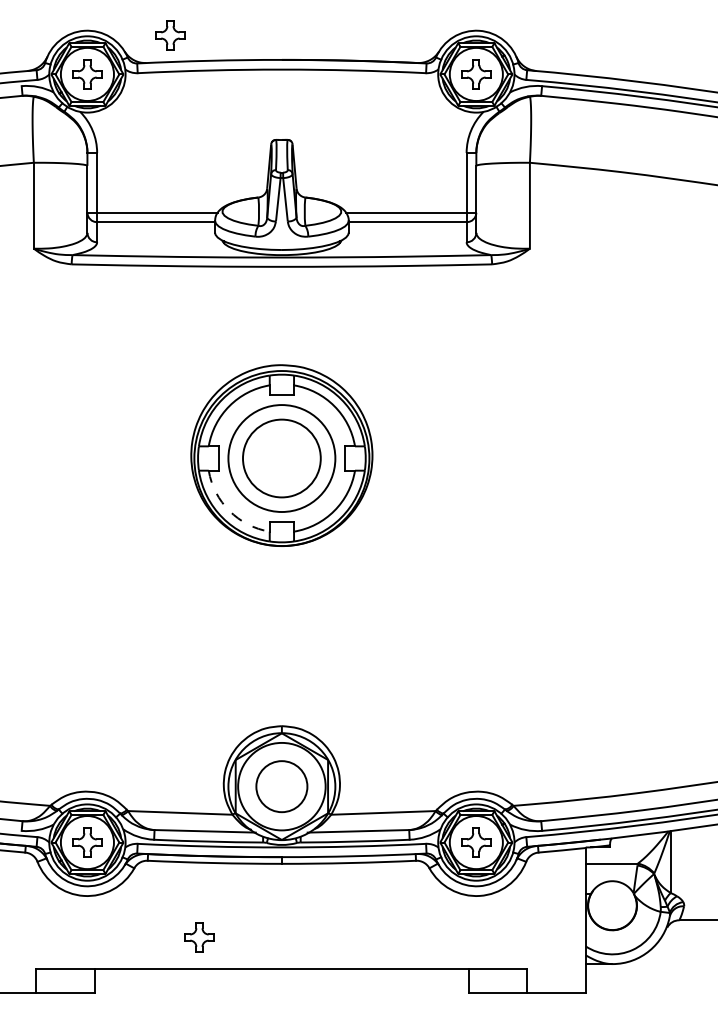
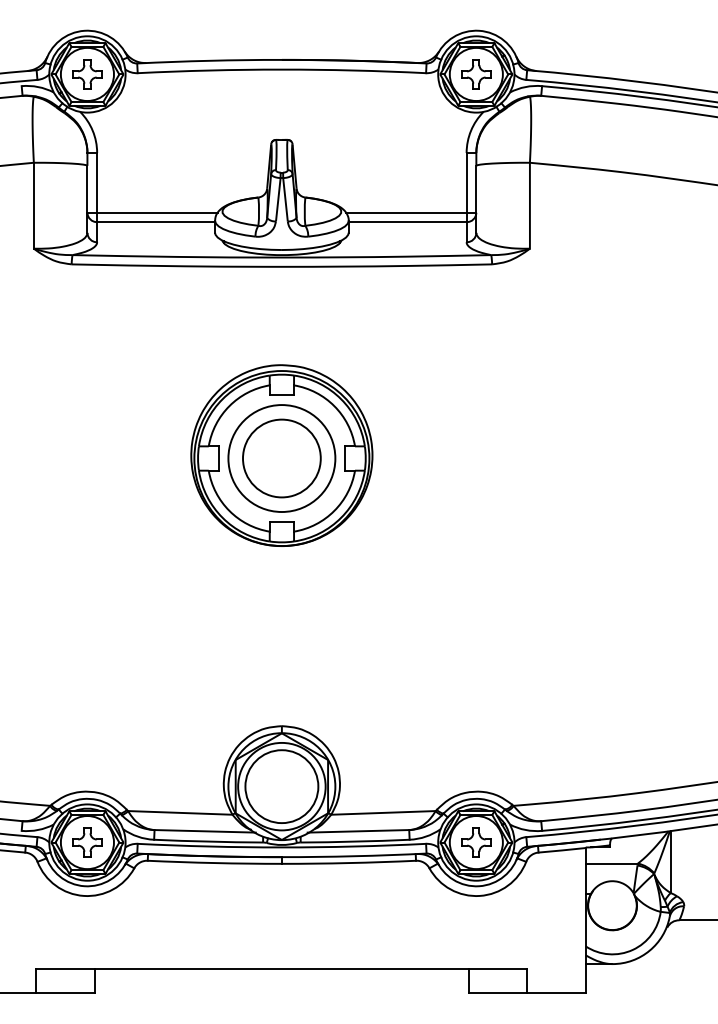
part at (170, 35): present -> none
arc at (229, 510): dashed -> solid
circle at (281, 786) diameter: 51 px -> 73 px
part at (199, 937): present -> none
